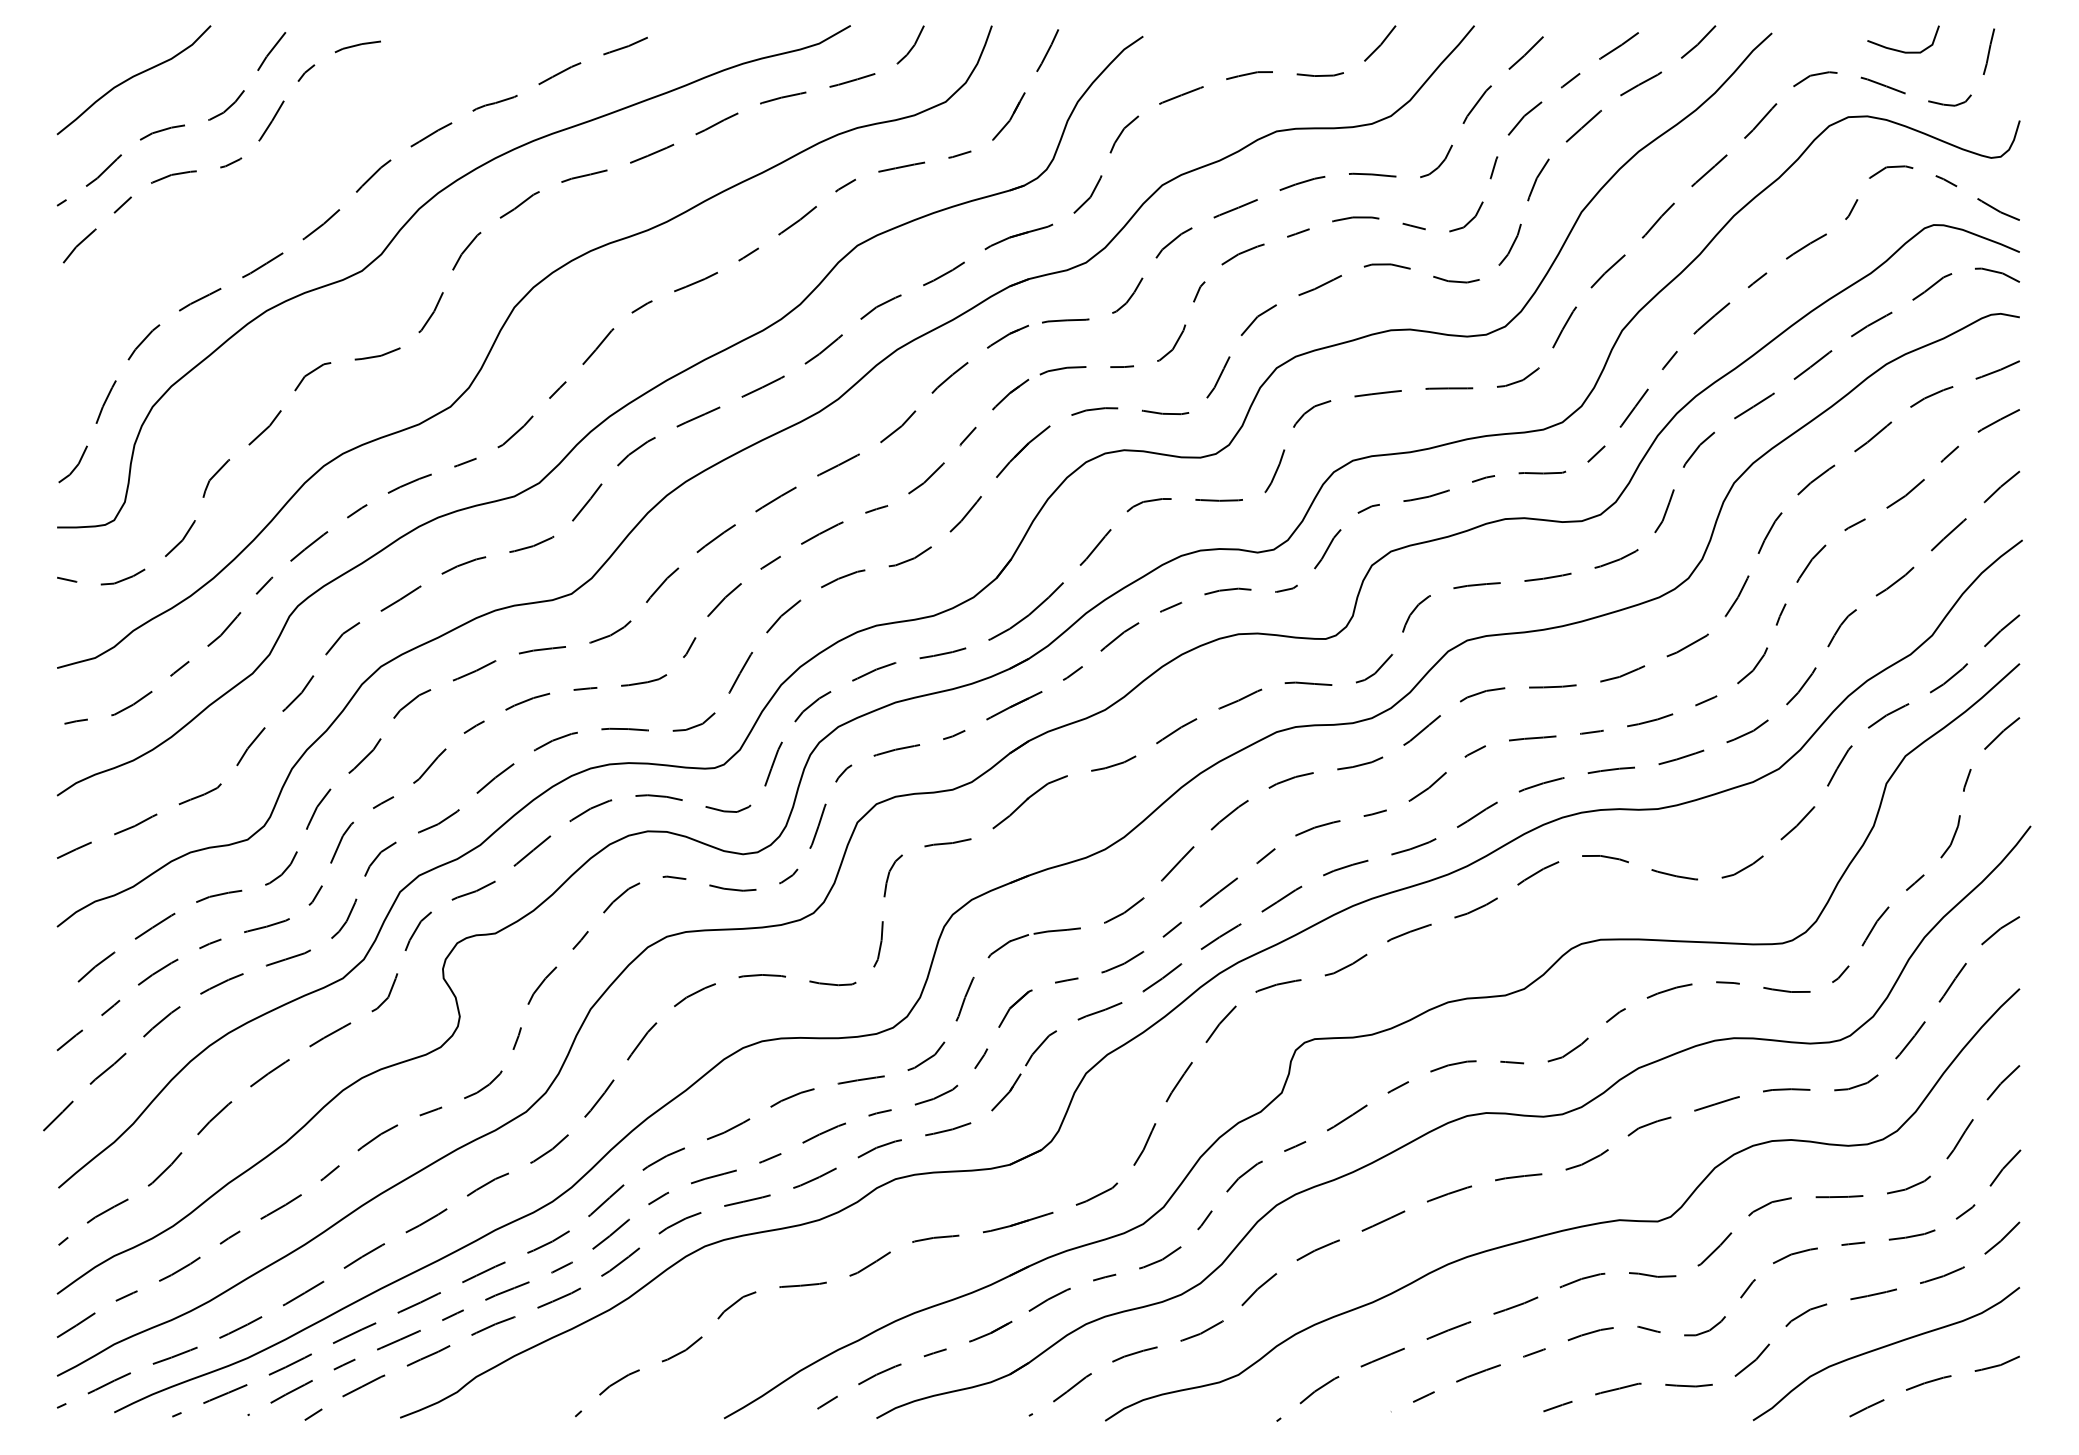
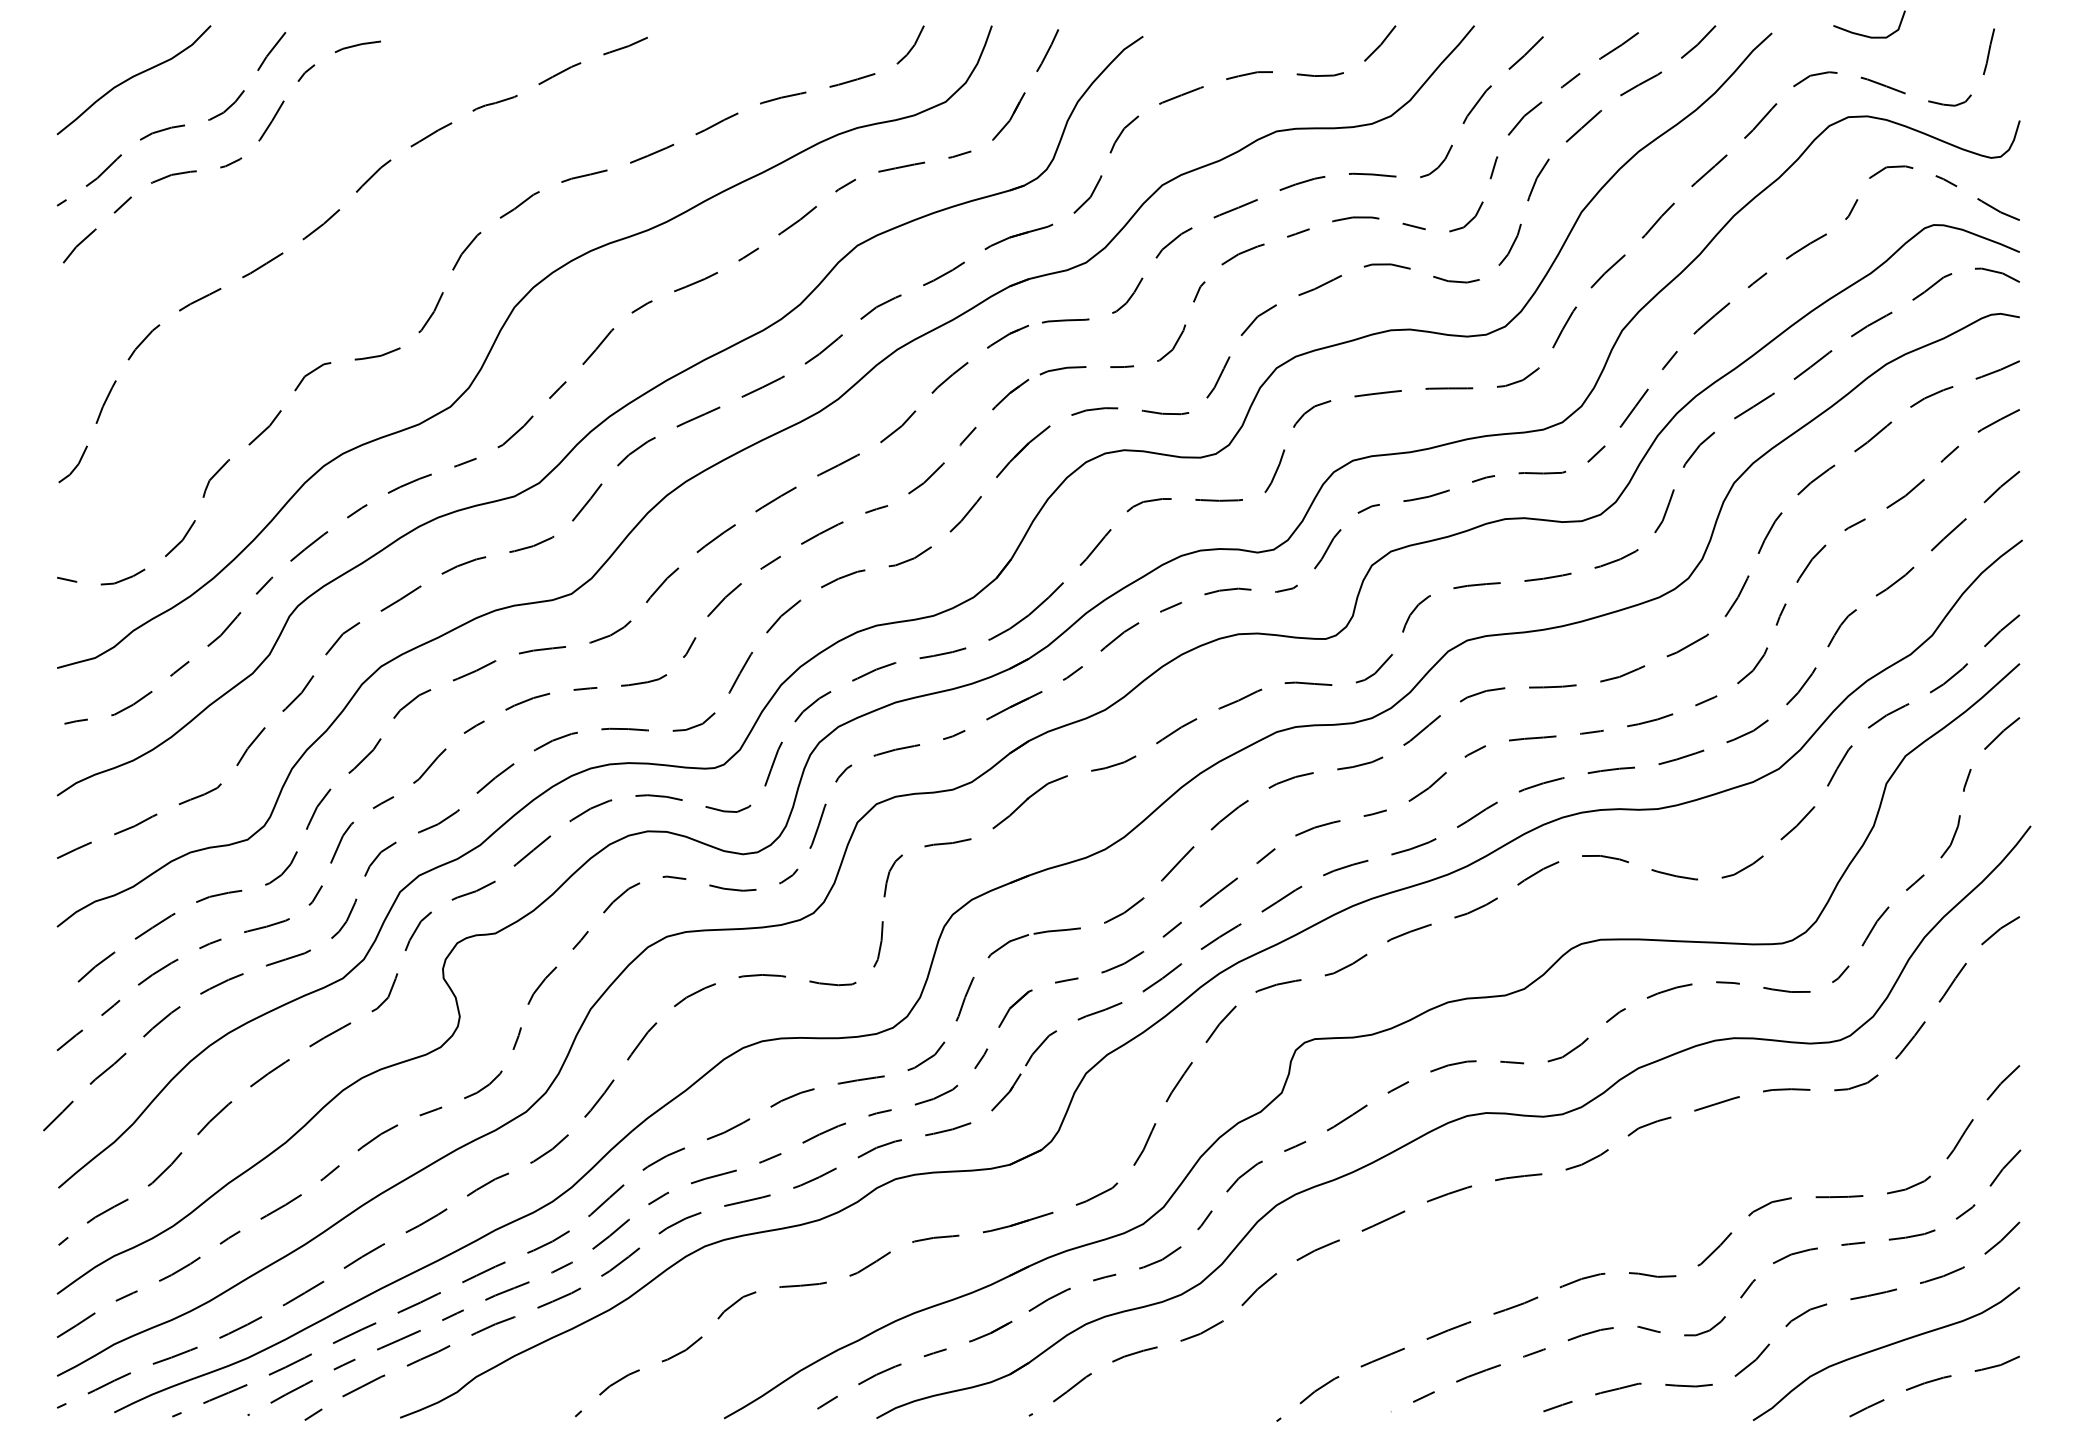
curve at (1901, 50) position: (1901, 50) -> (1867, 35)
curve at (397, 235): present -> none
curve at (1567, 1228): present -> none
